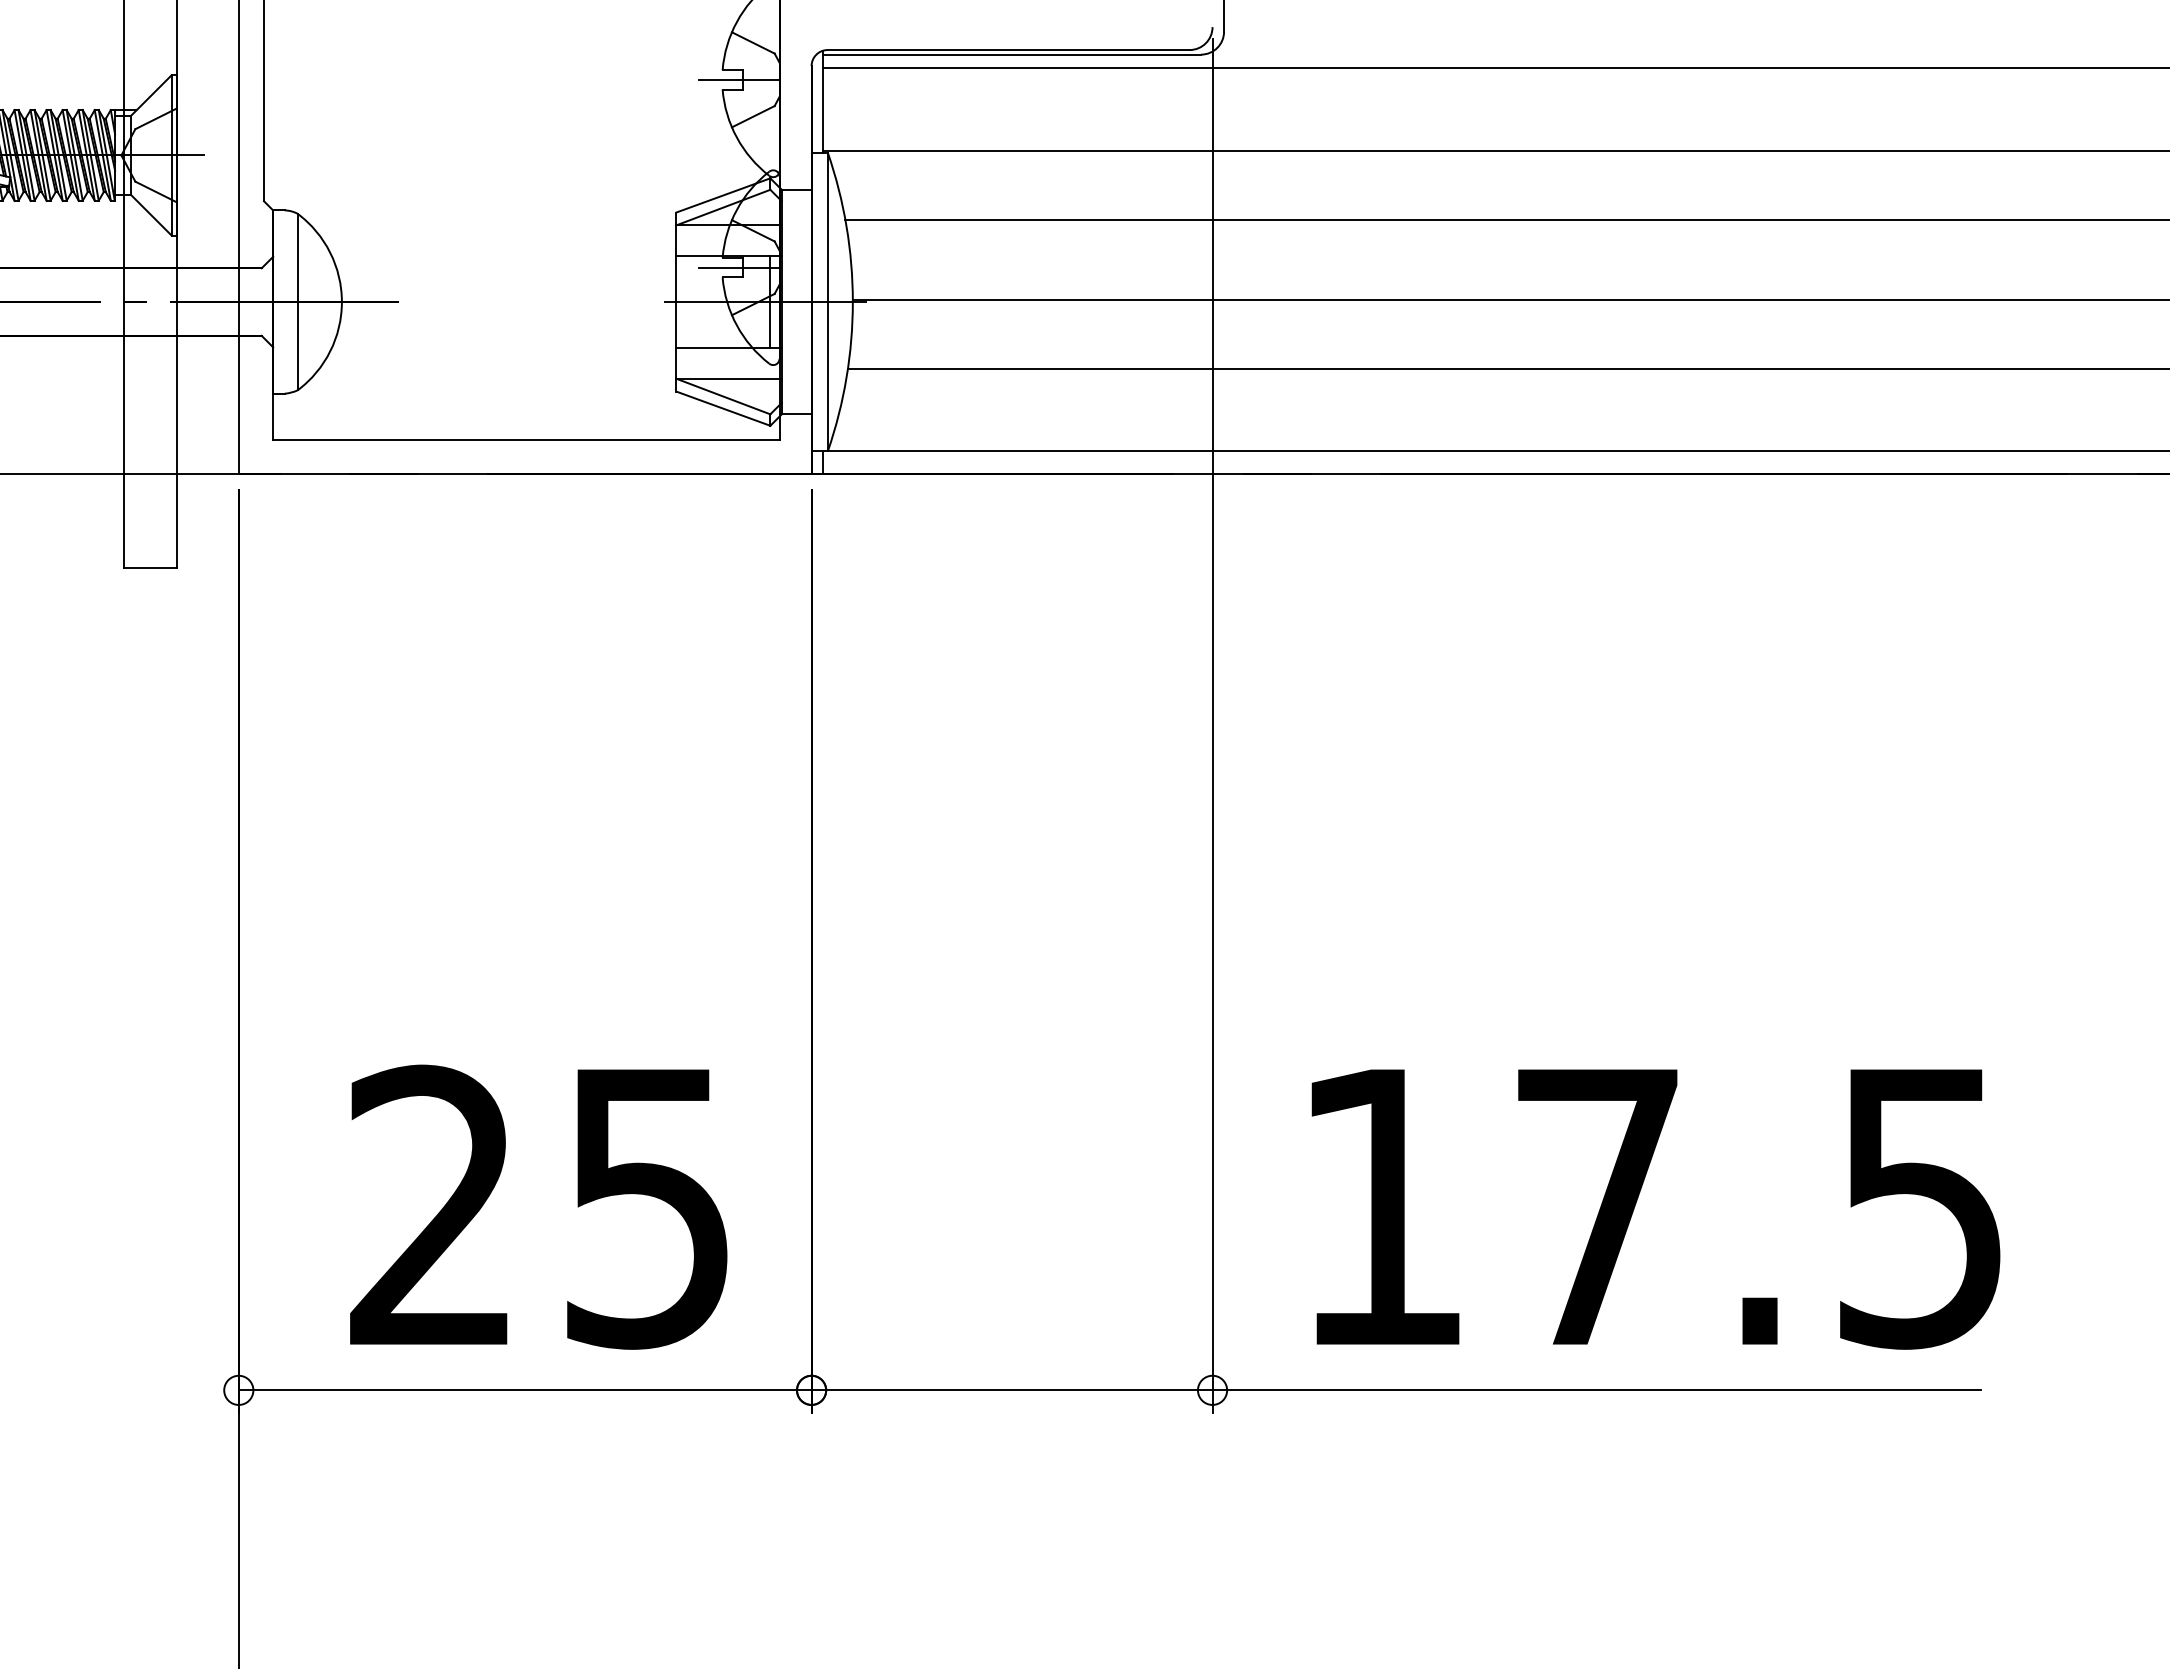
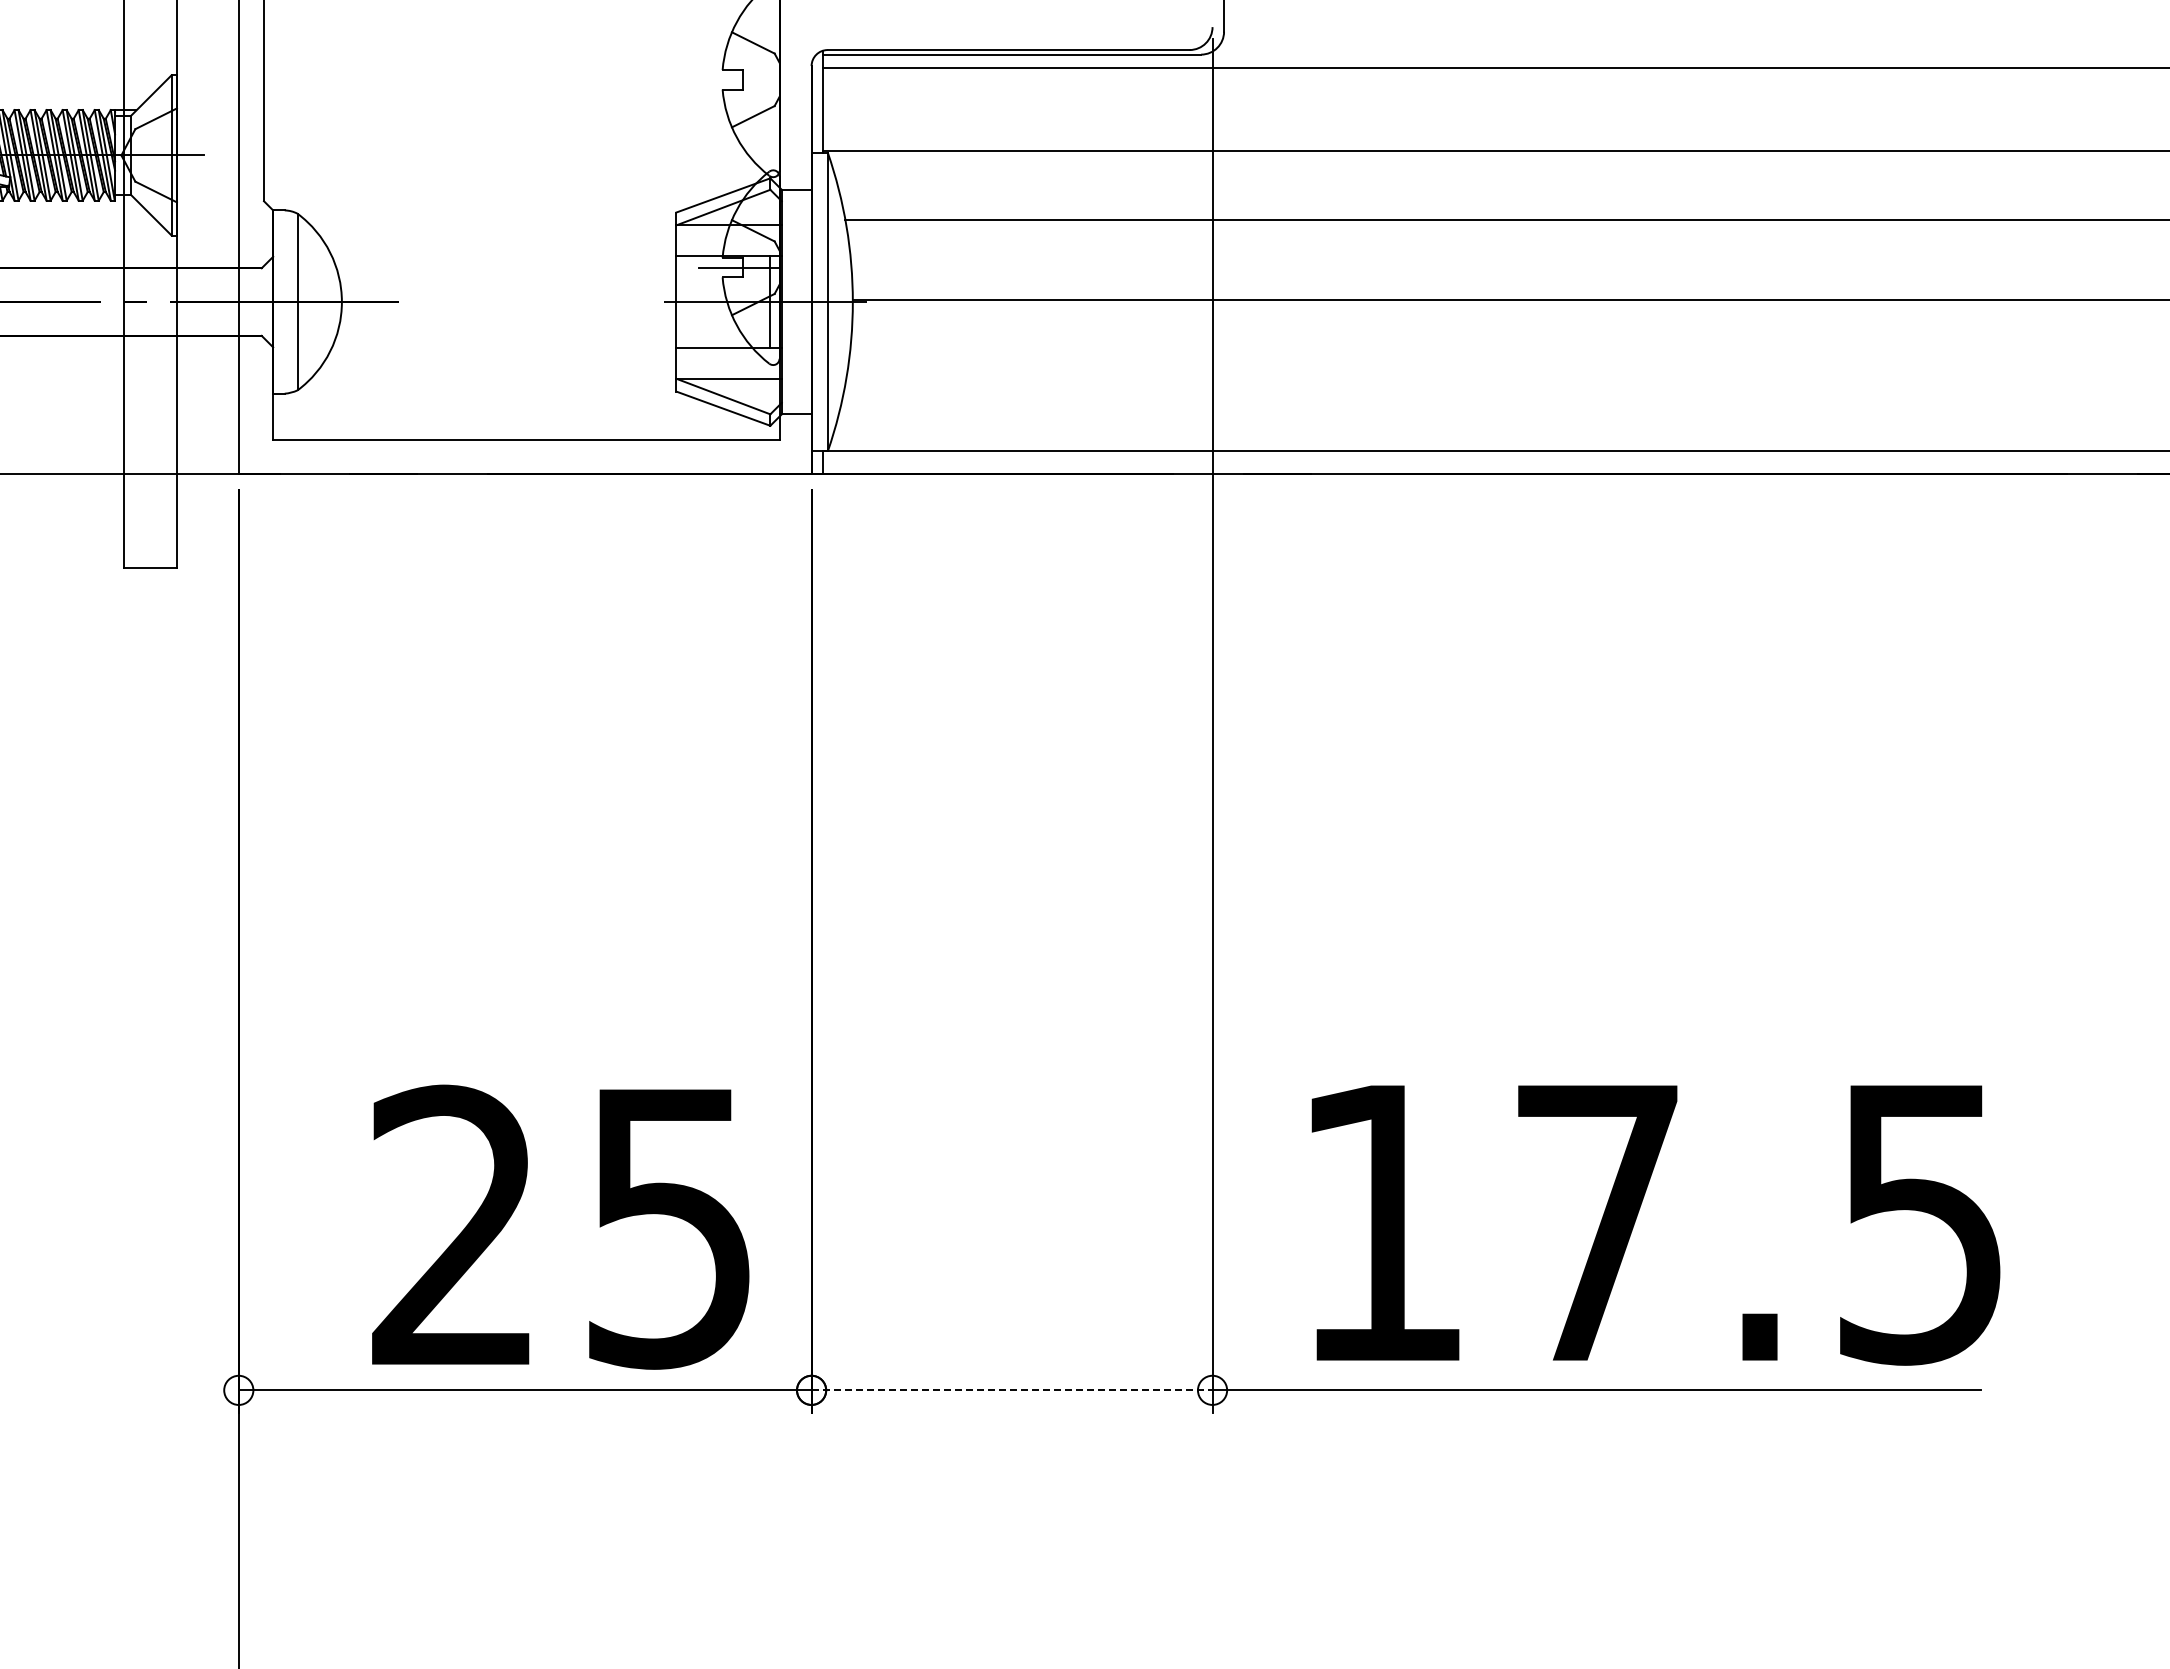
line at (739, 79): present -> none
line at (1507, 368): present -> none
text at (538, 1206) position: (538, 1206) -> (560, 1226)
text at (1655, 1209) position: (1655, 1209) -> (1655, 1225)
line at (1012, 1390): solid -> dashed
